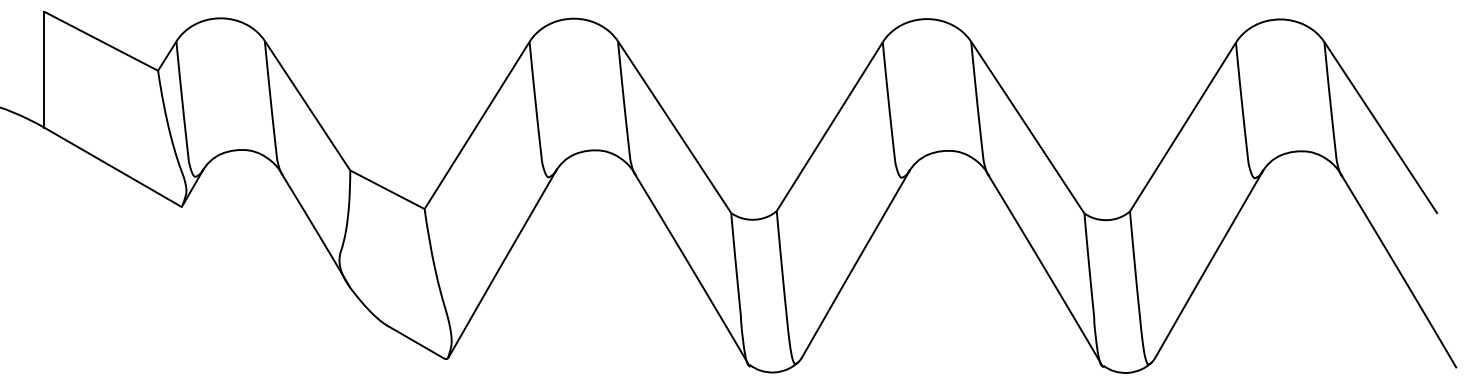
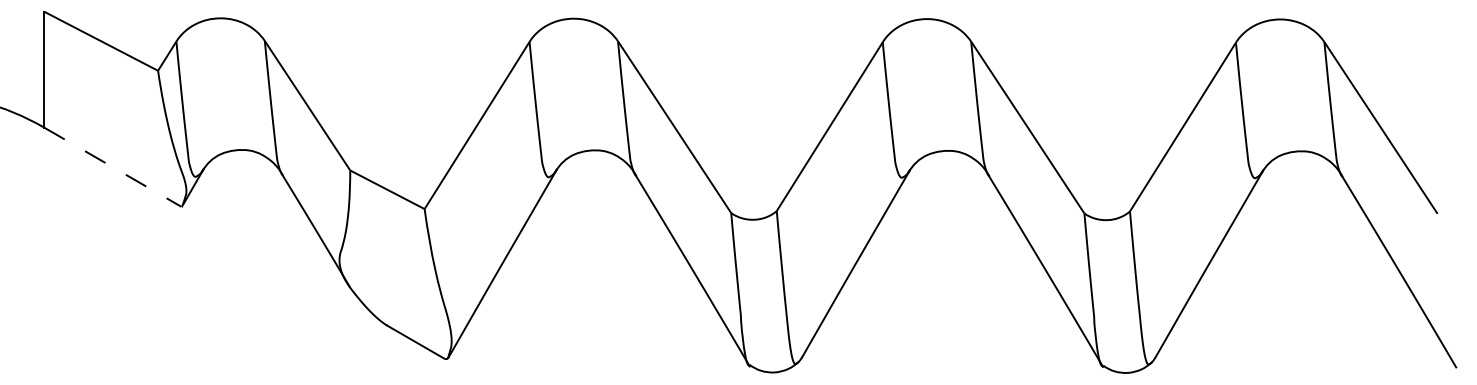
line at (113, 167): solid -> dashed
